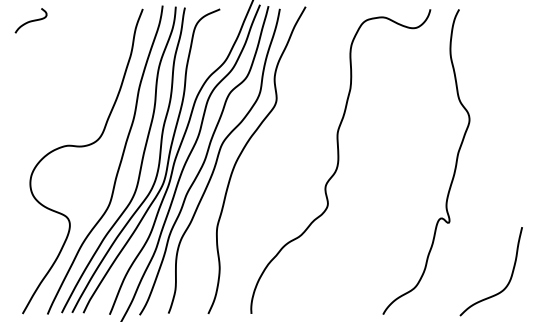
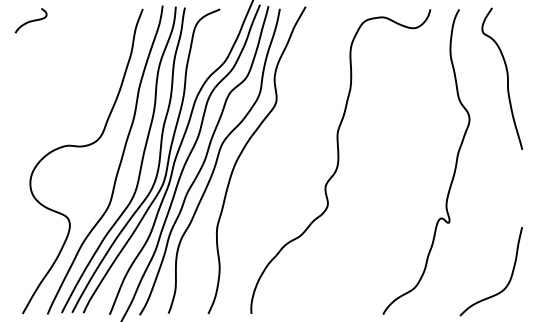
curve at (506, 75): none -> present
